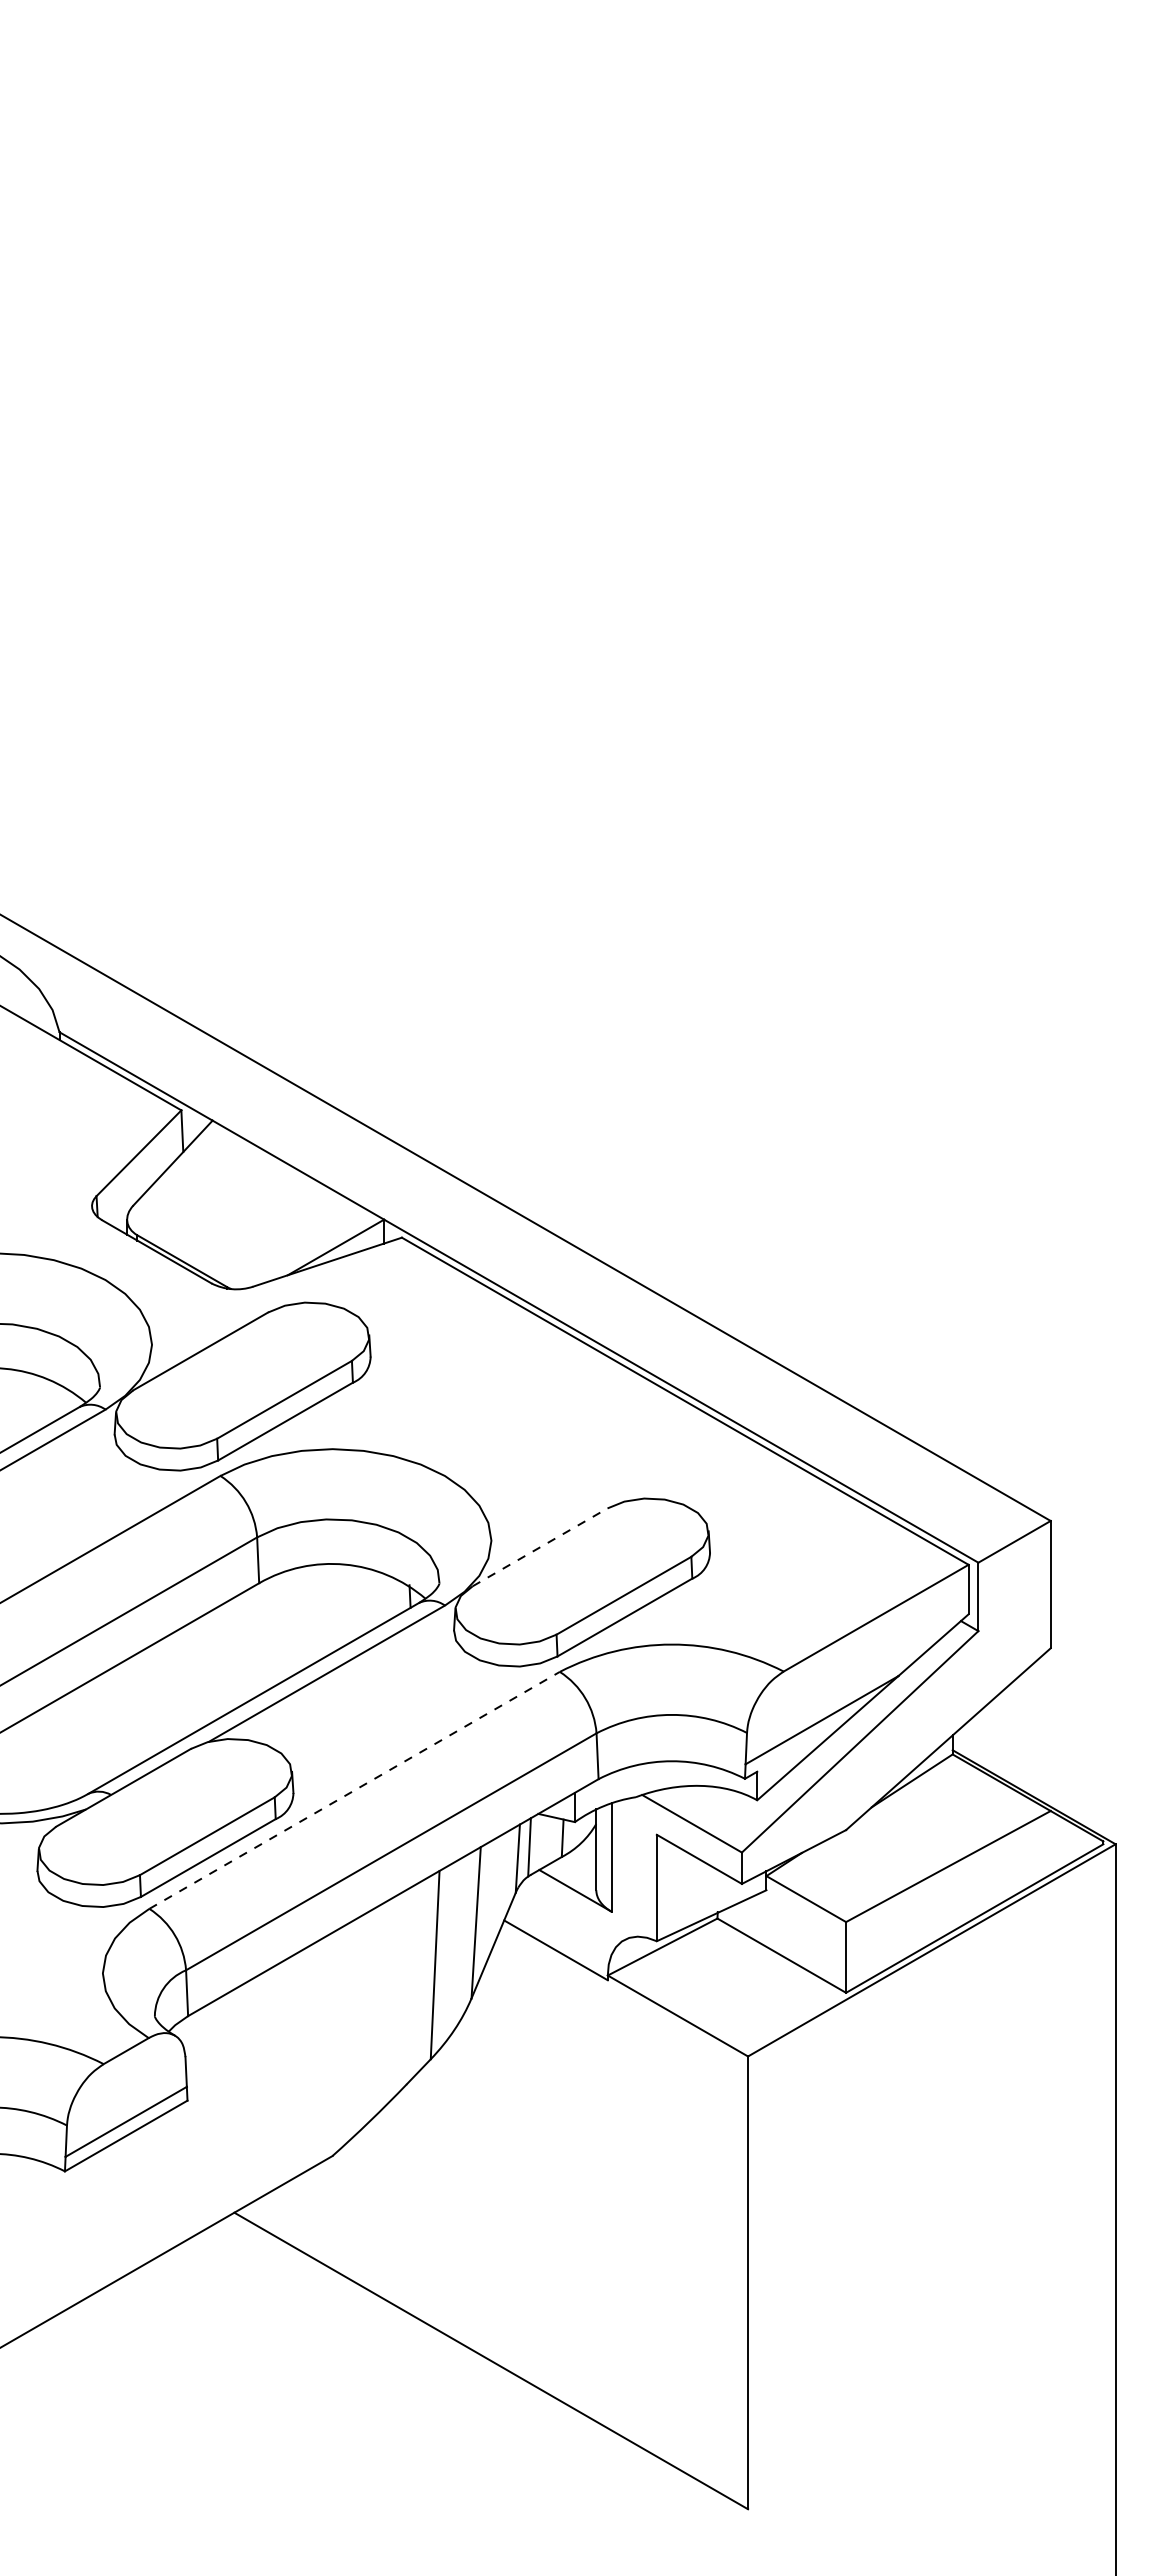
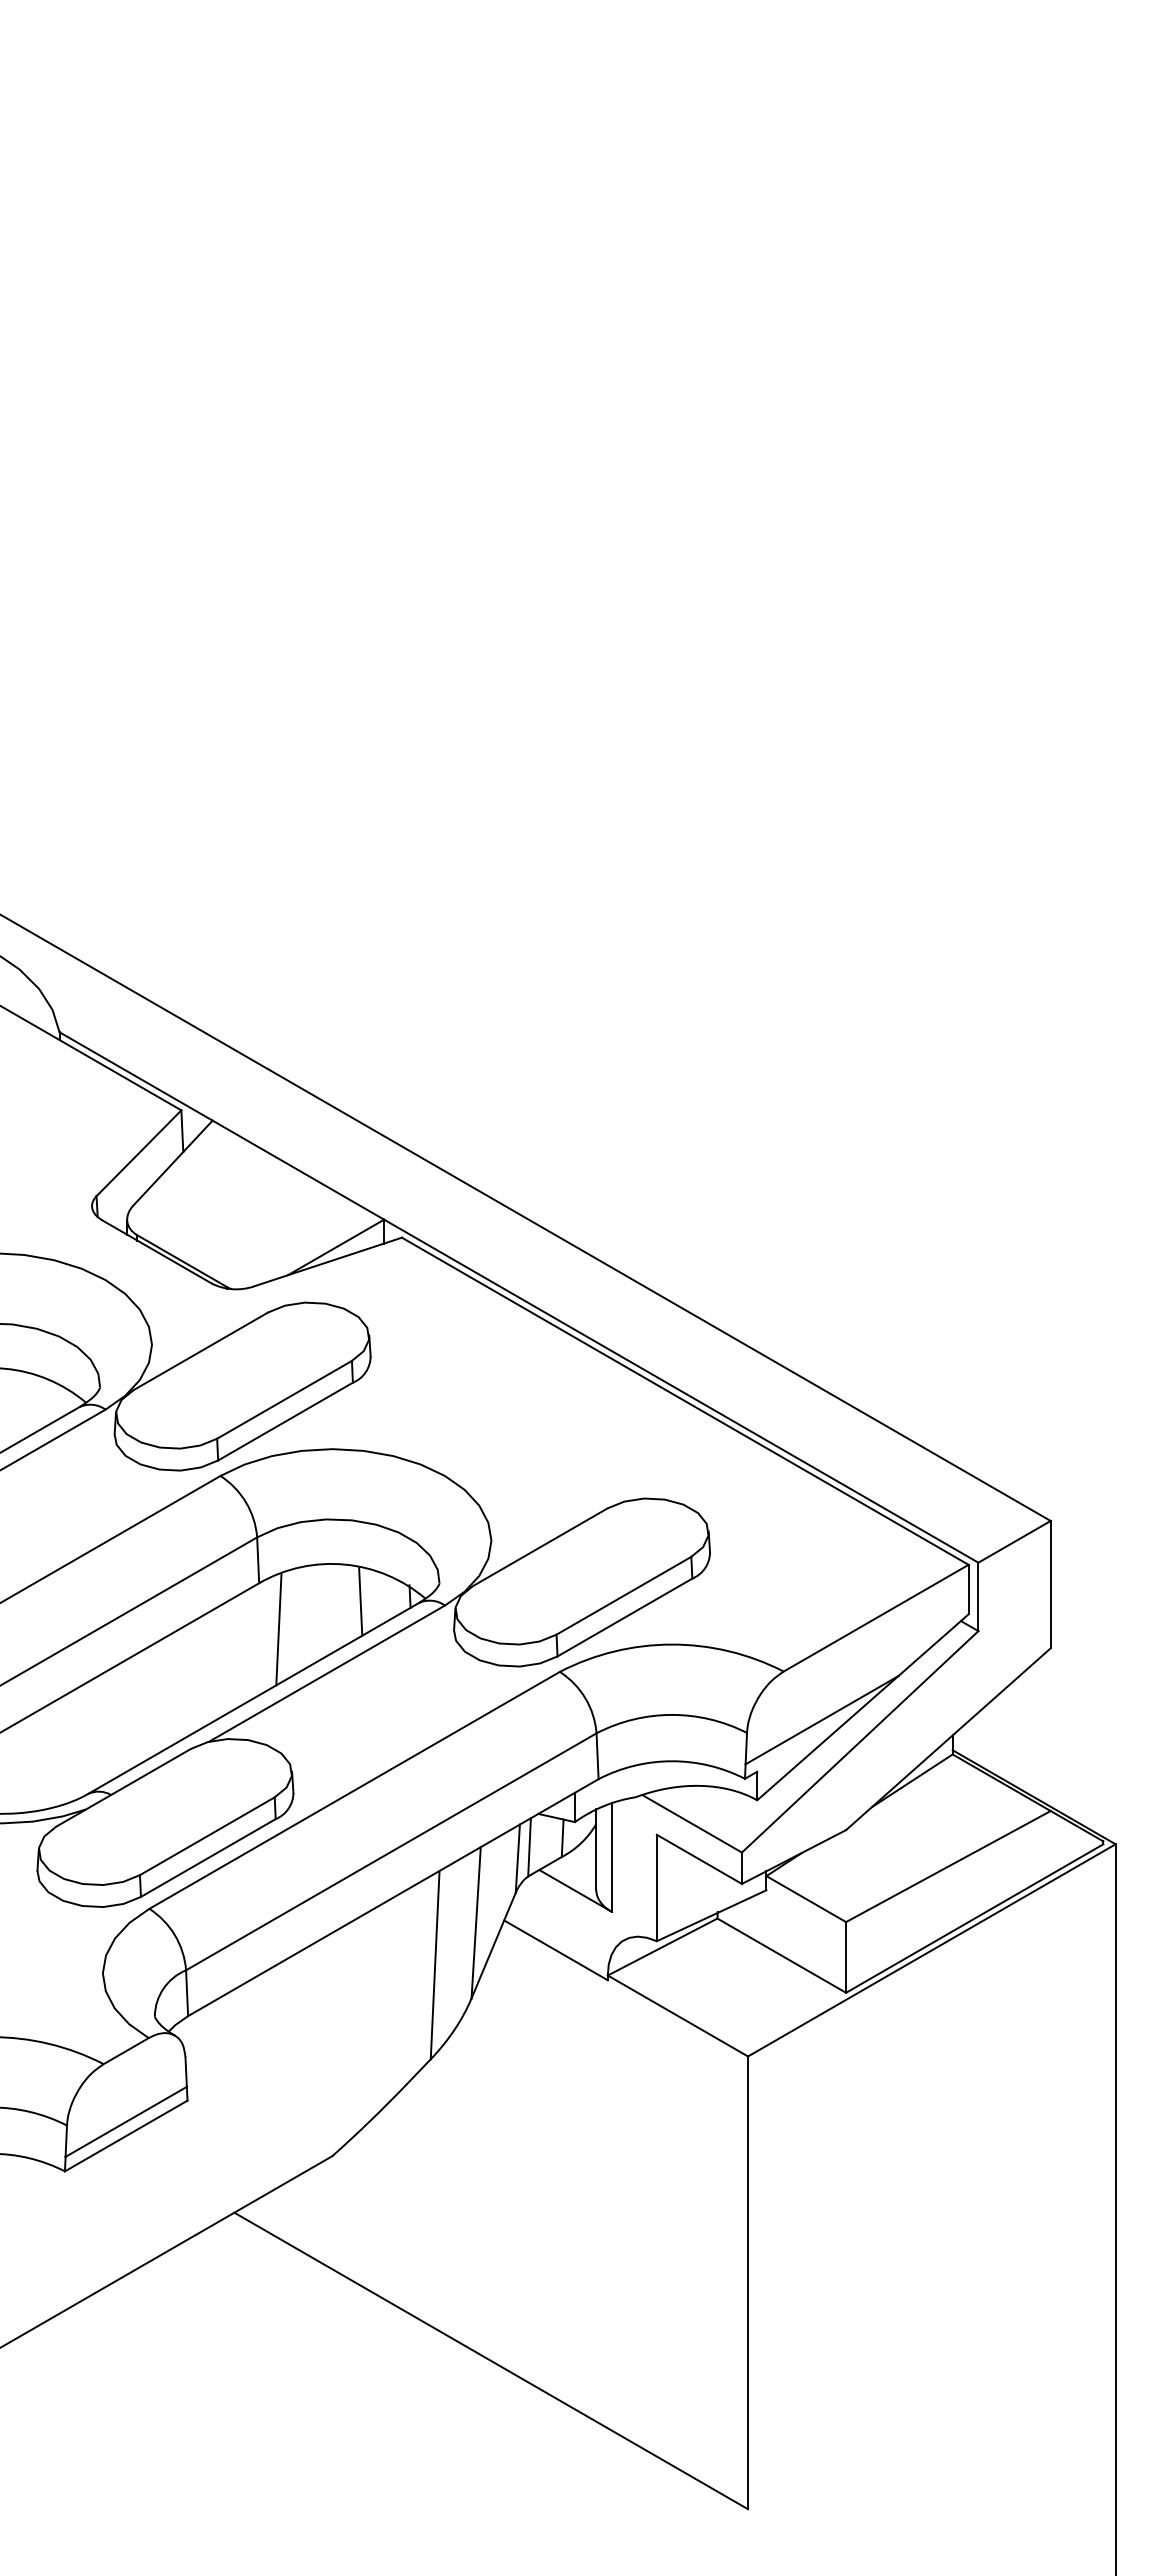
line at (540, 1547): dashed -> solid
line at (360, 1601): none -> present
line at (278, 1629): none -> present
line at (354, 1790): dashed -> solid
